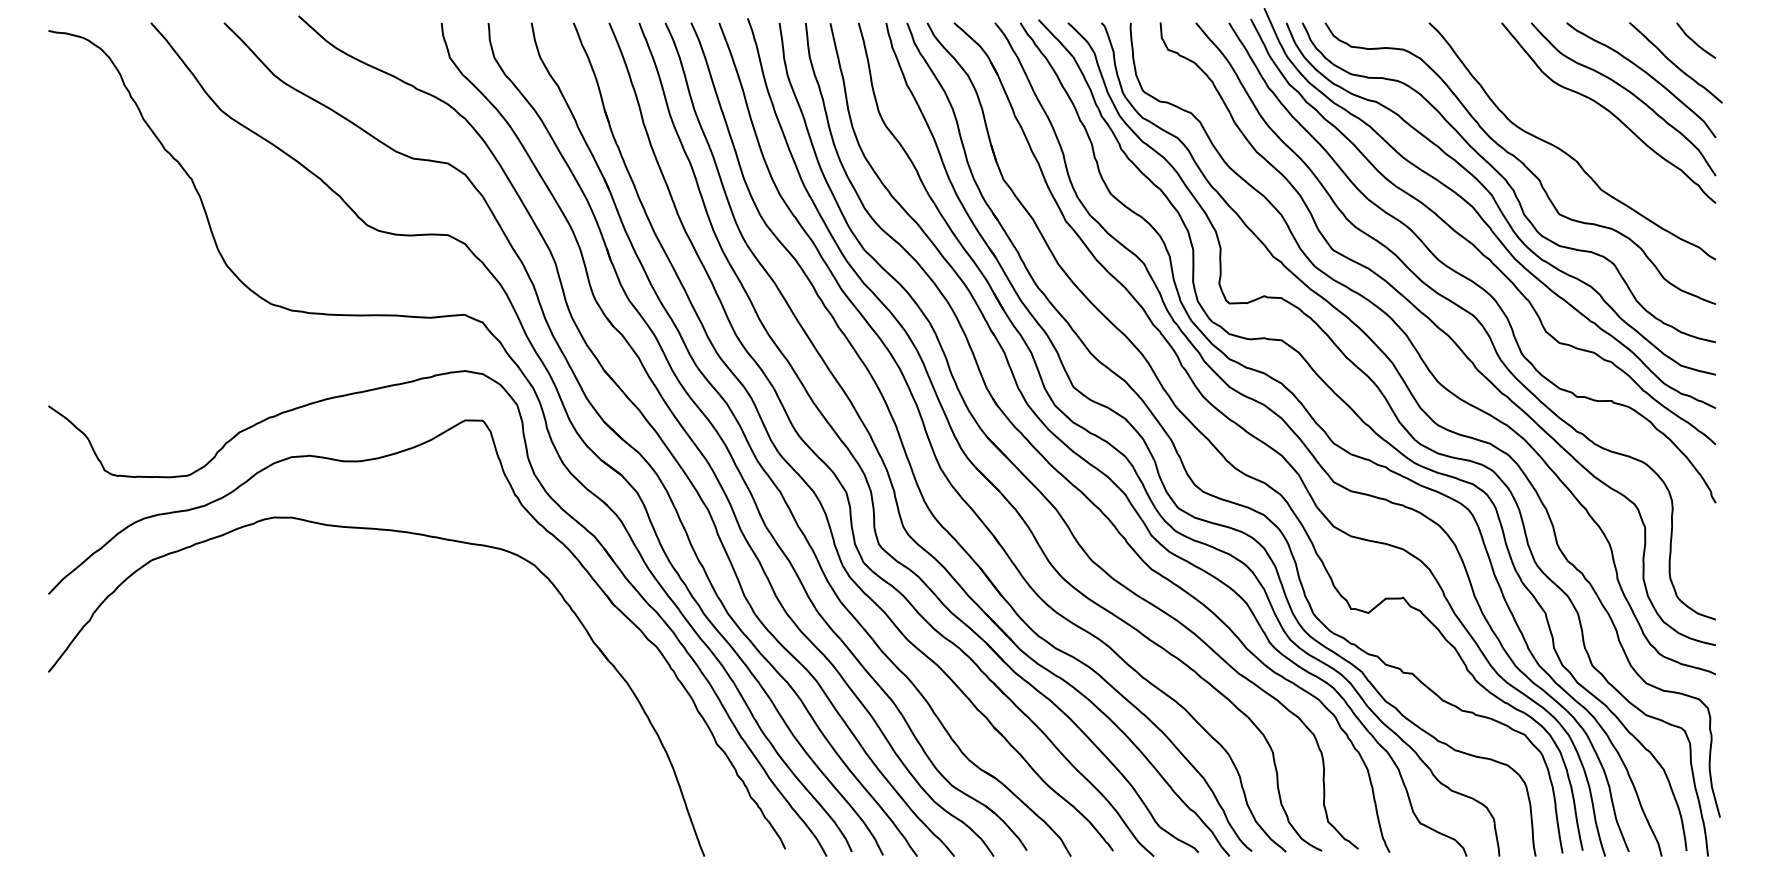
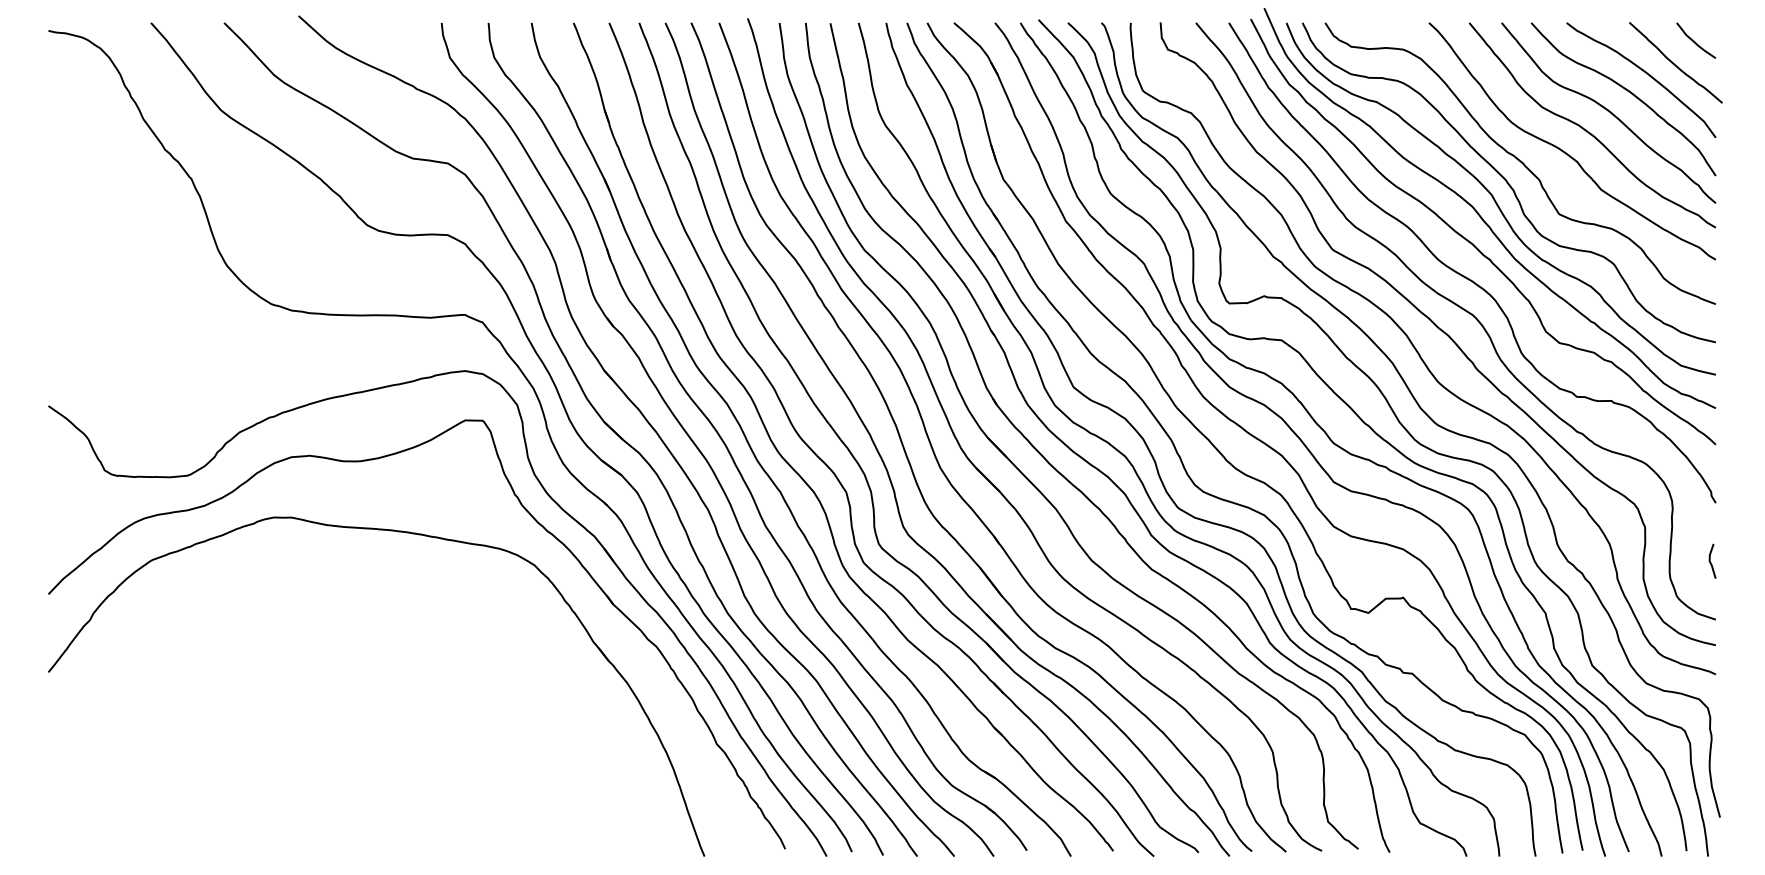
curve at (1586, 129): none -> present
line at (1711, 562): none -> present
